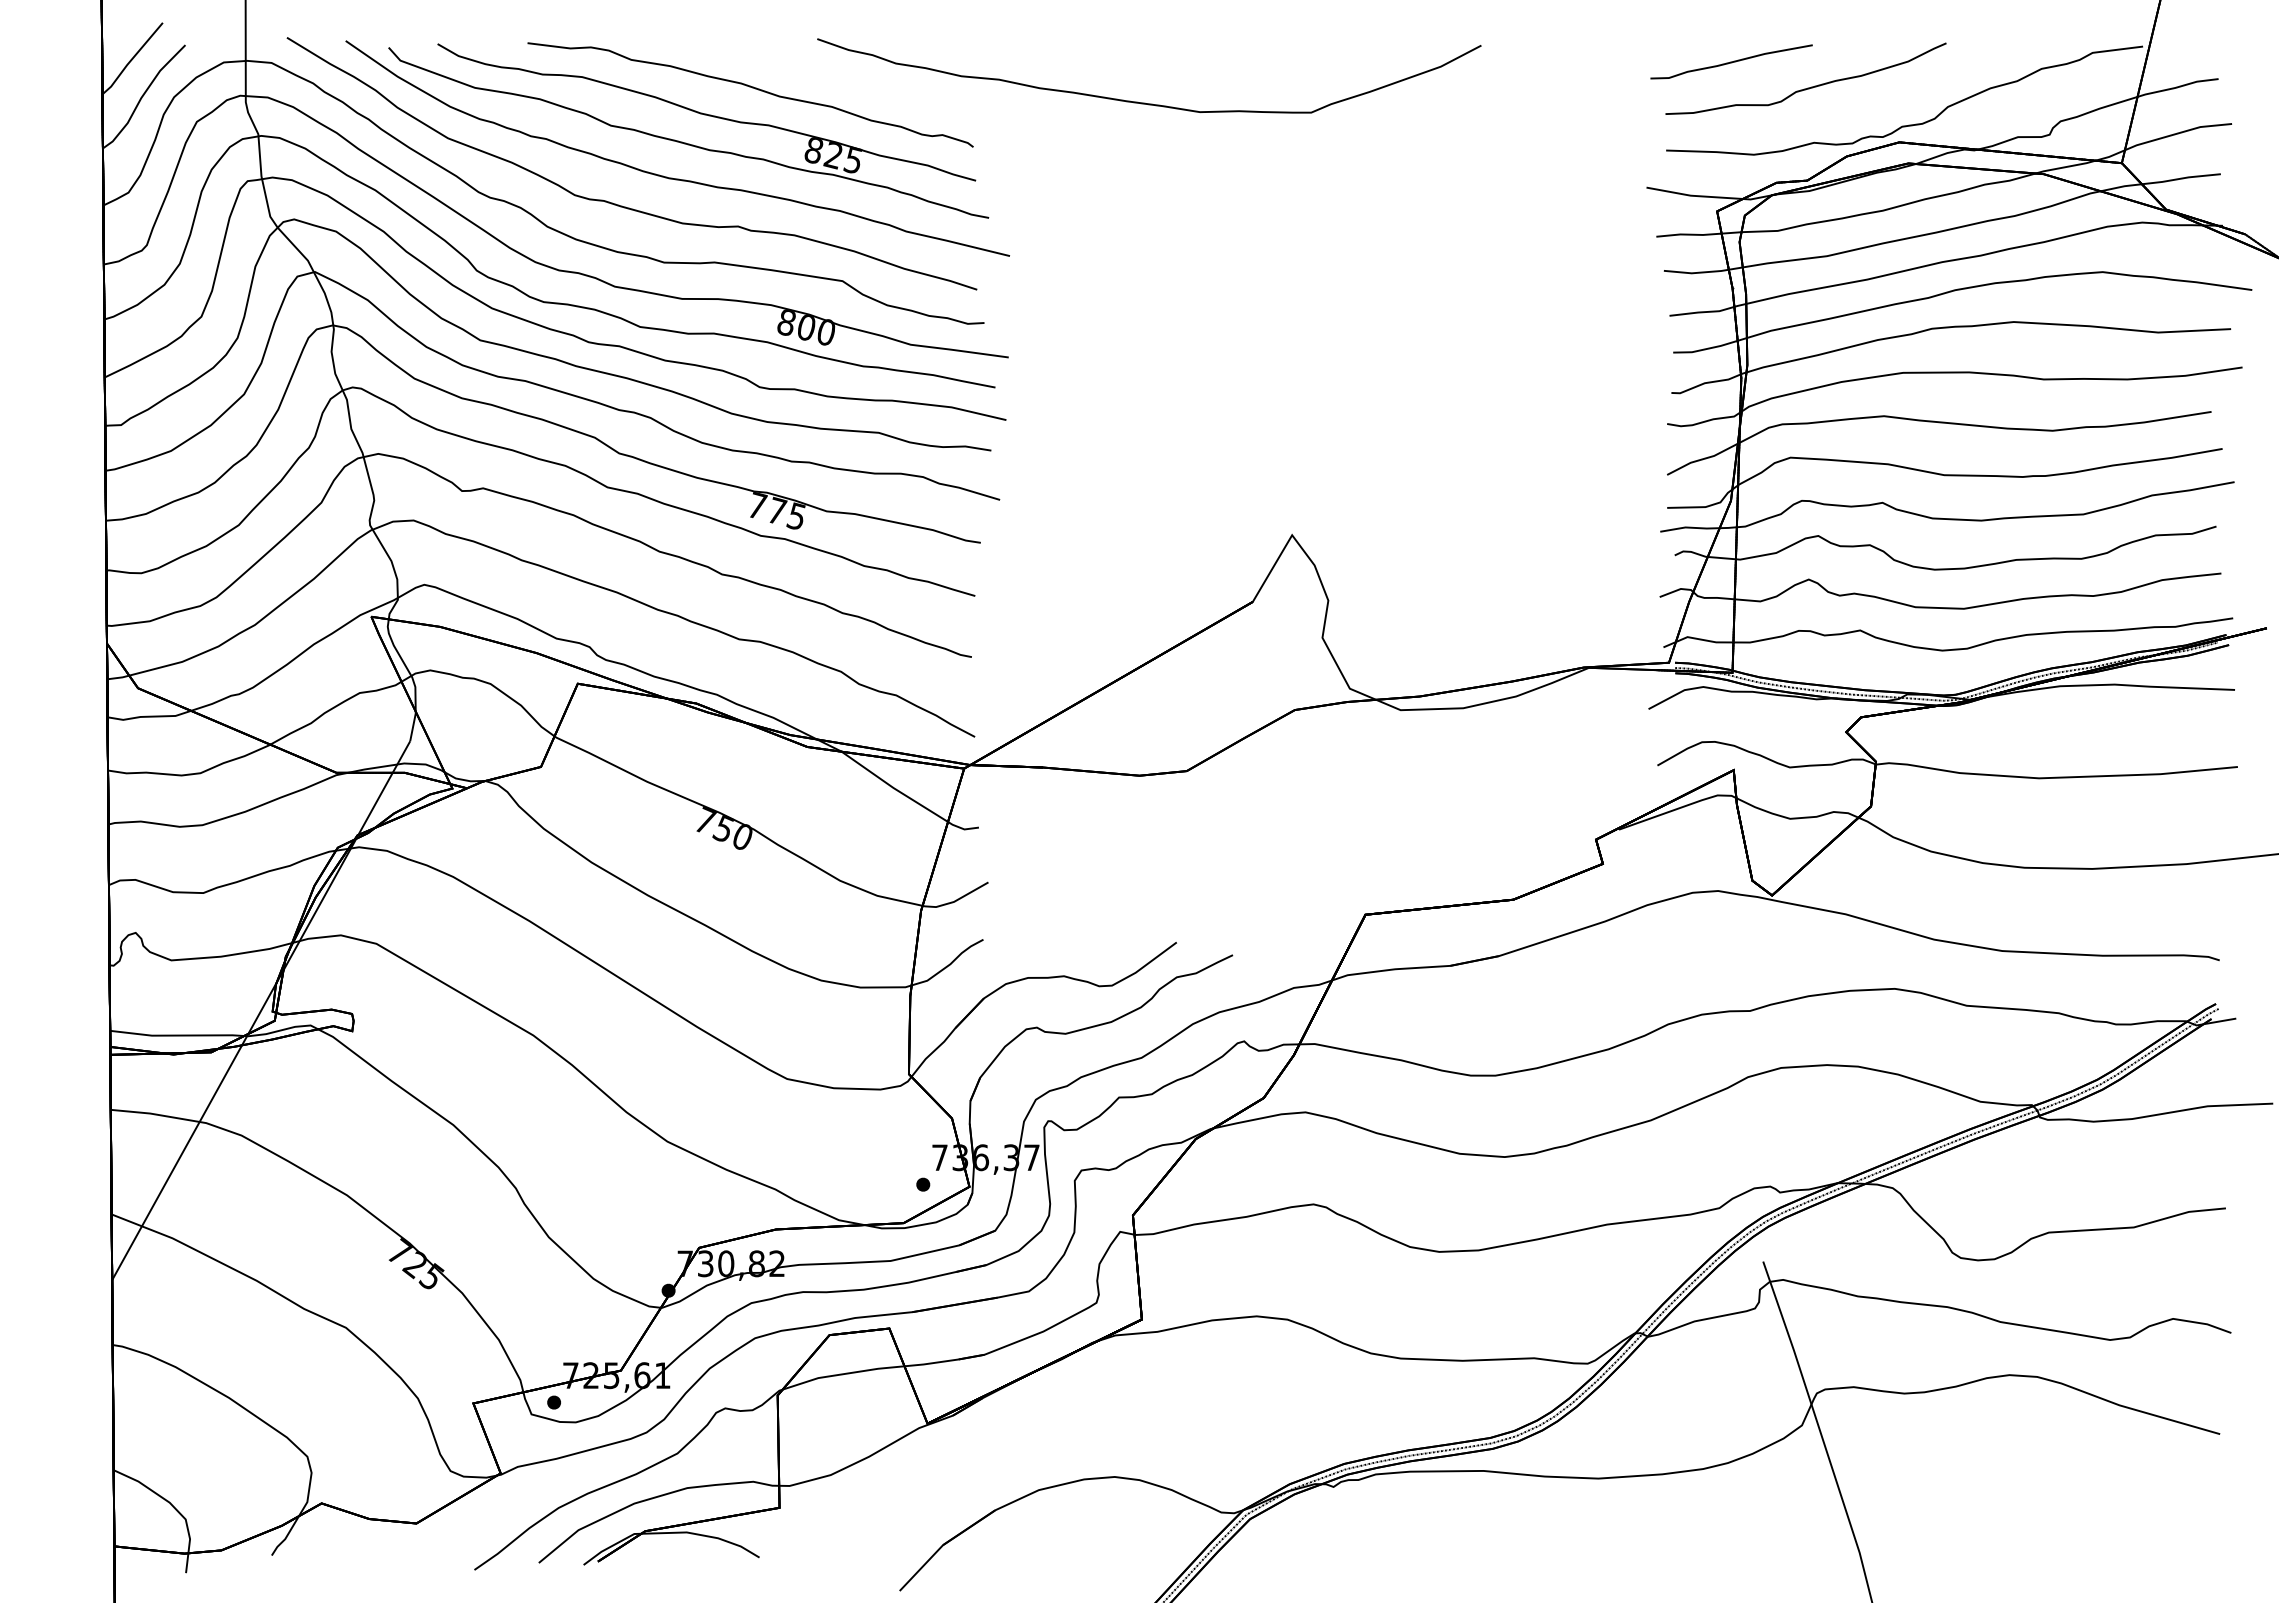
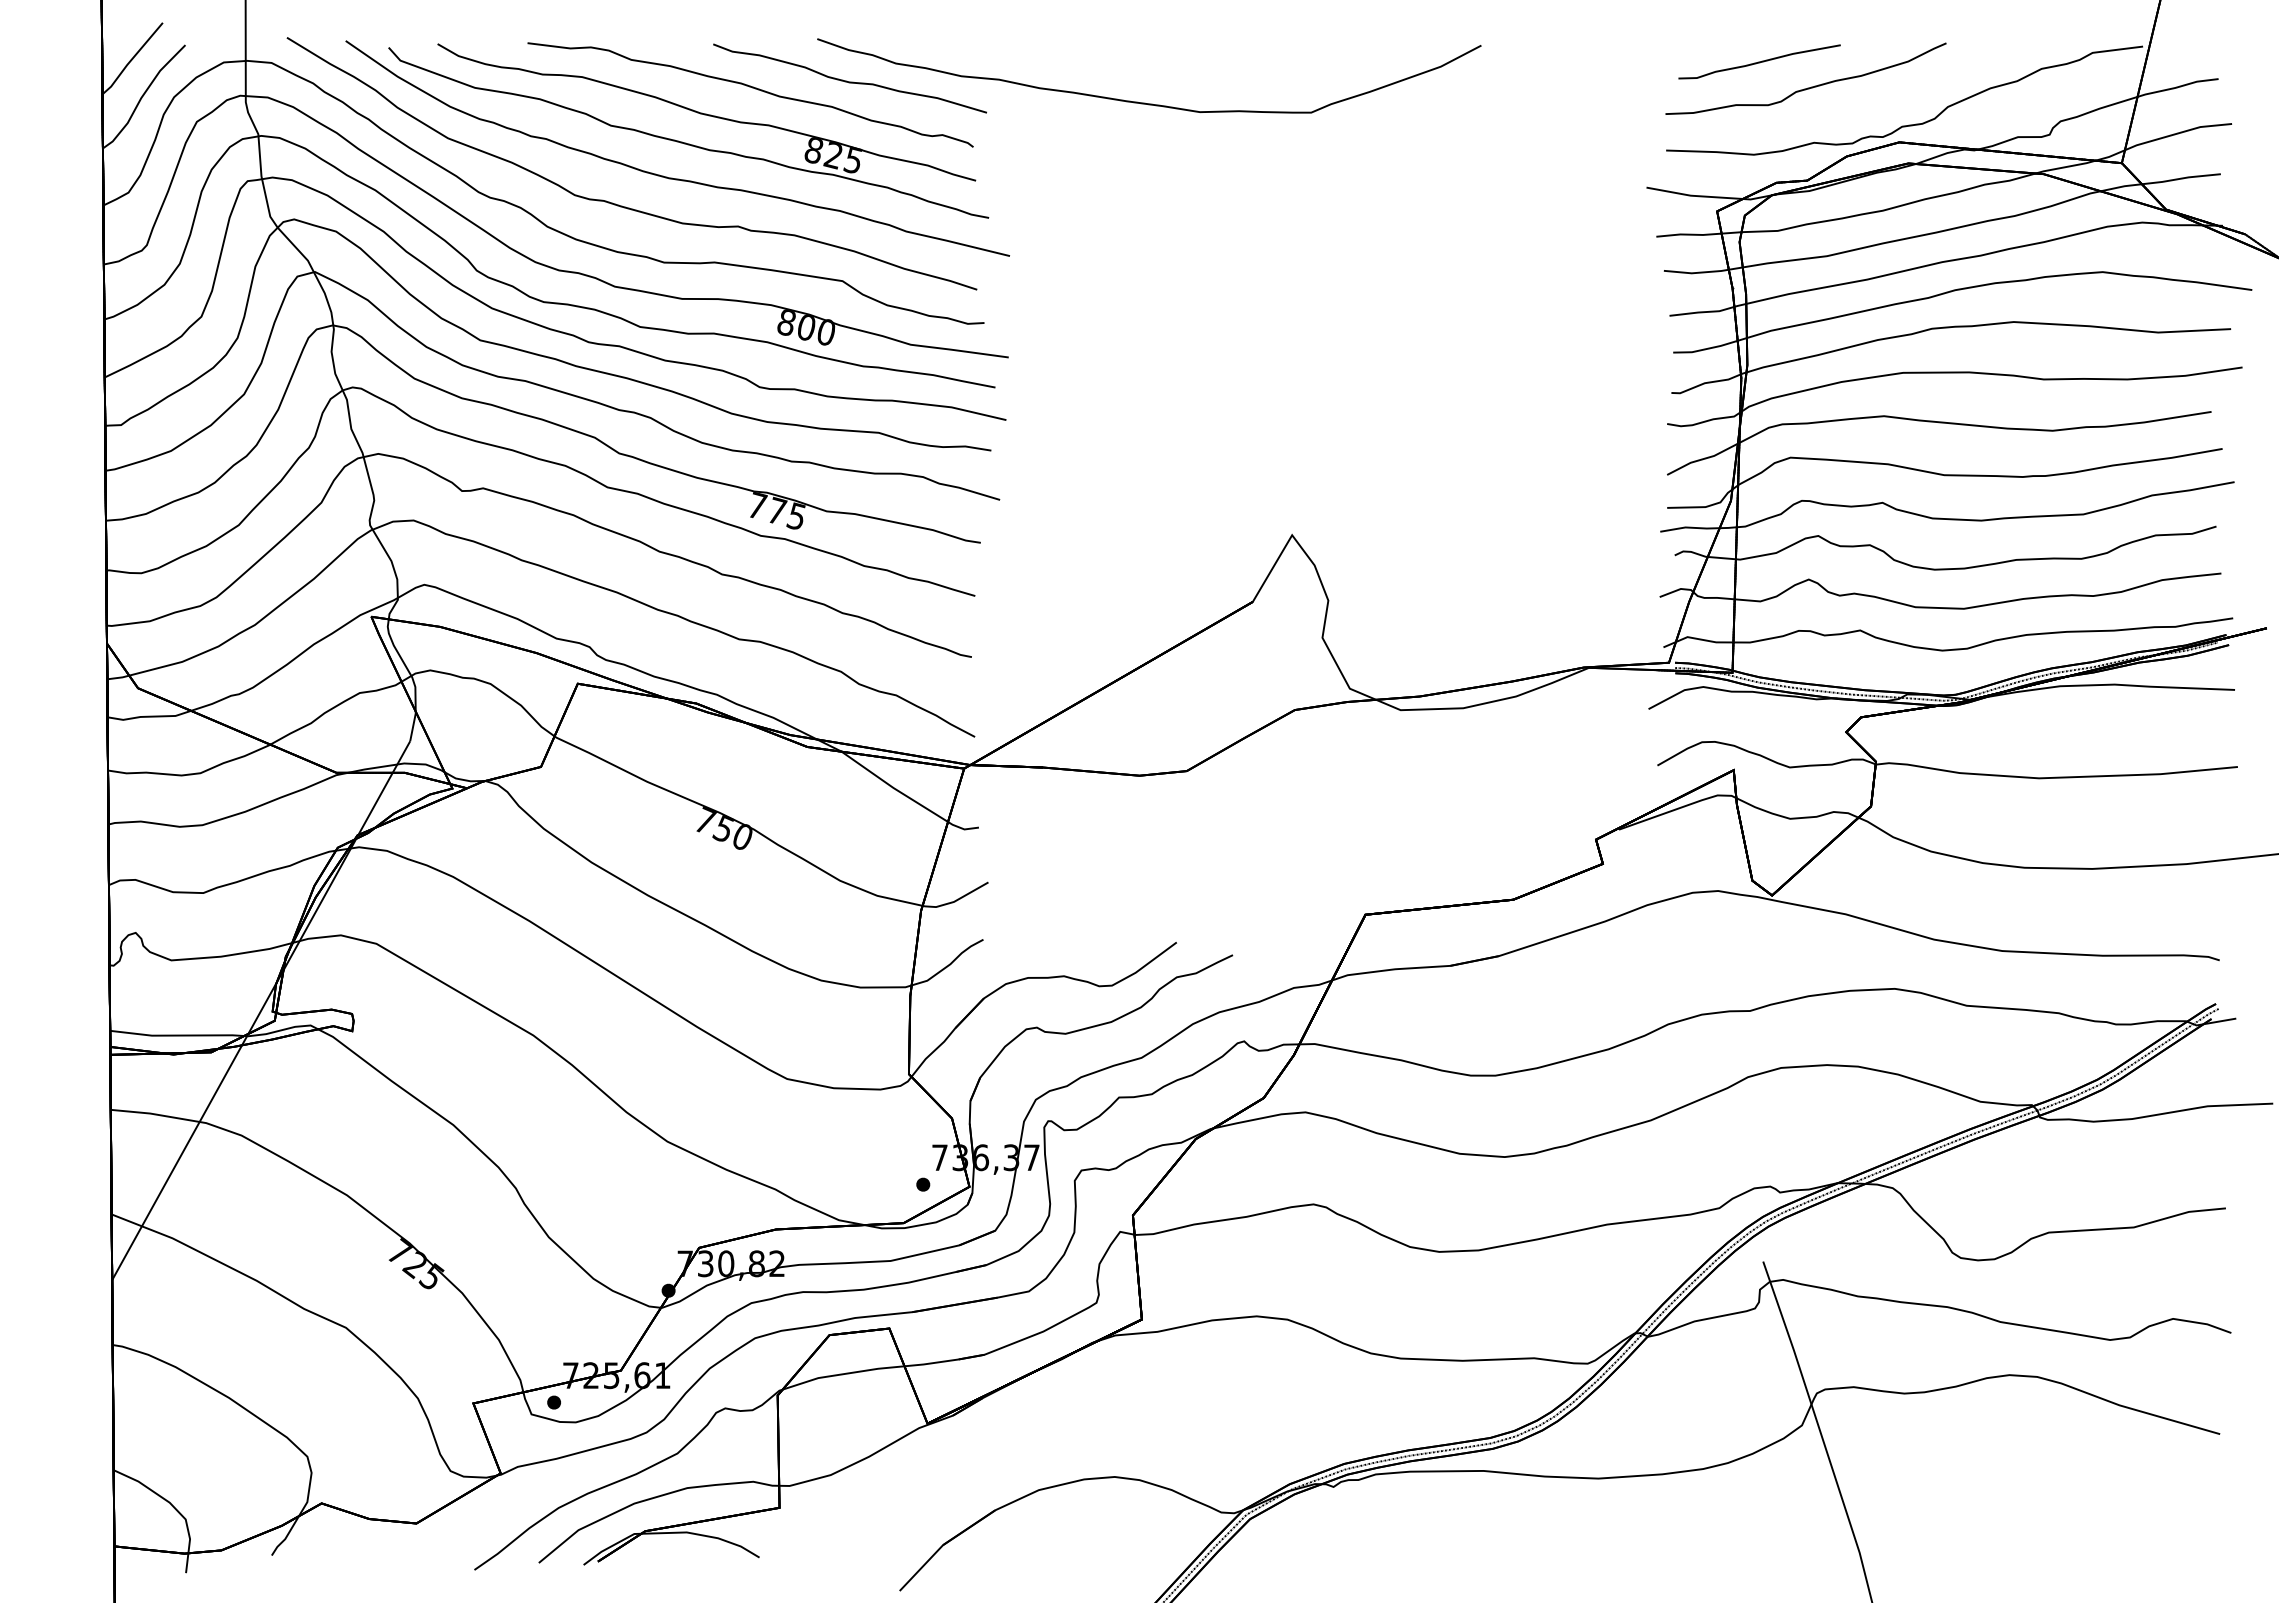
curve at (1731, 61) position: (1731, 61) -> (1759, 61)
curve at (849, 81): none -> present
